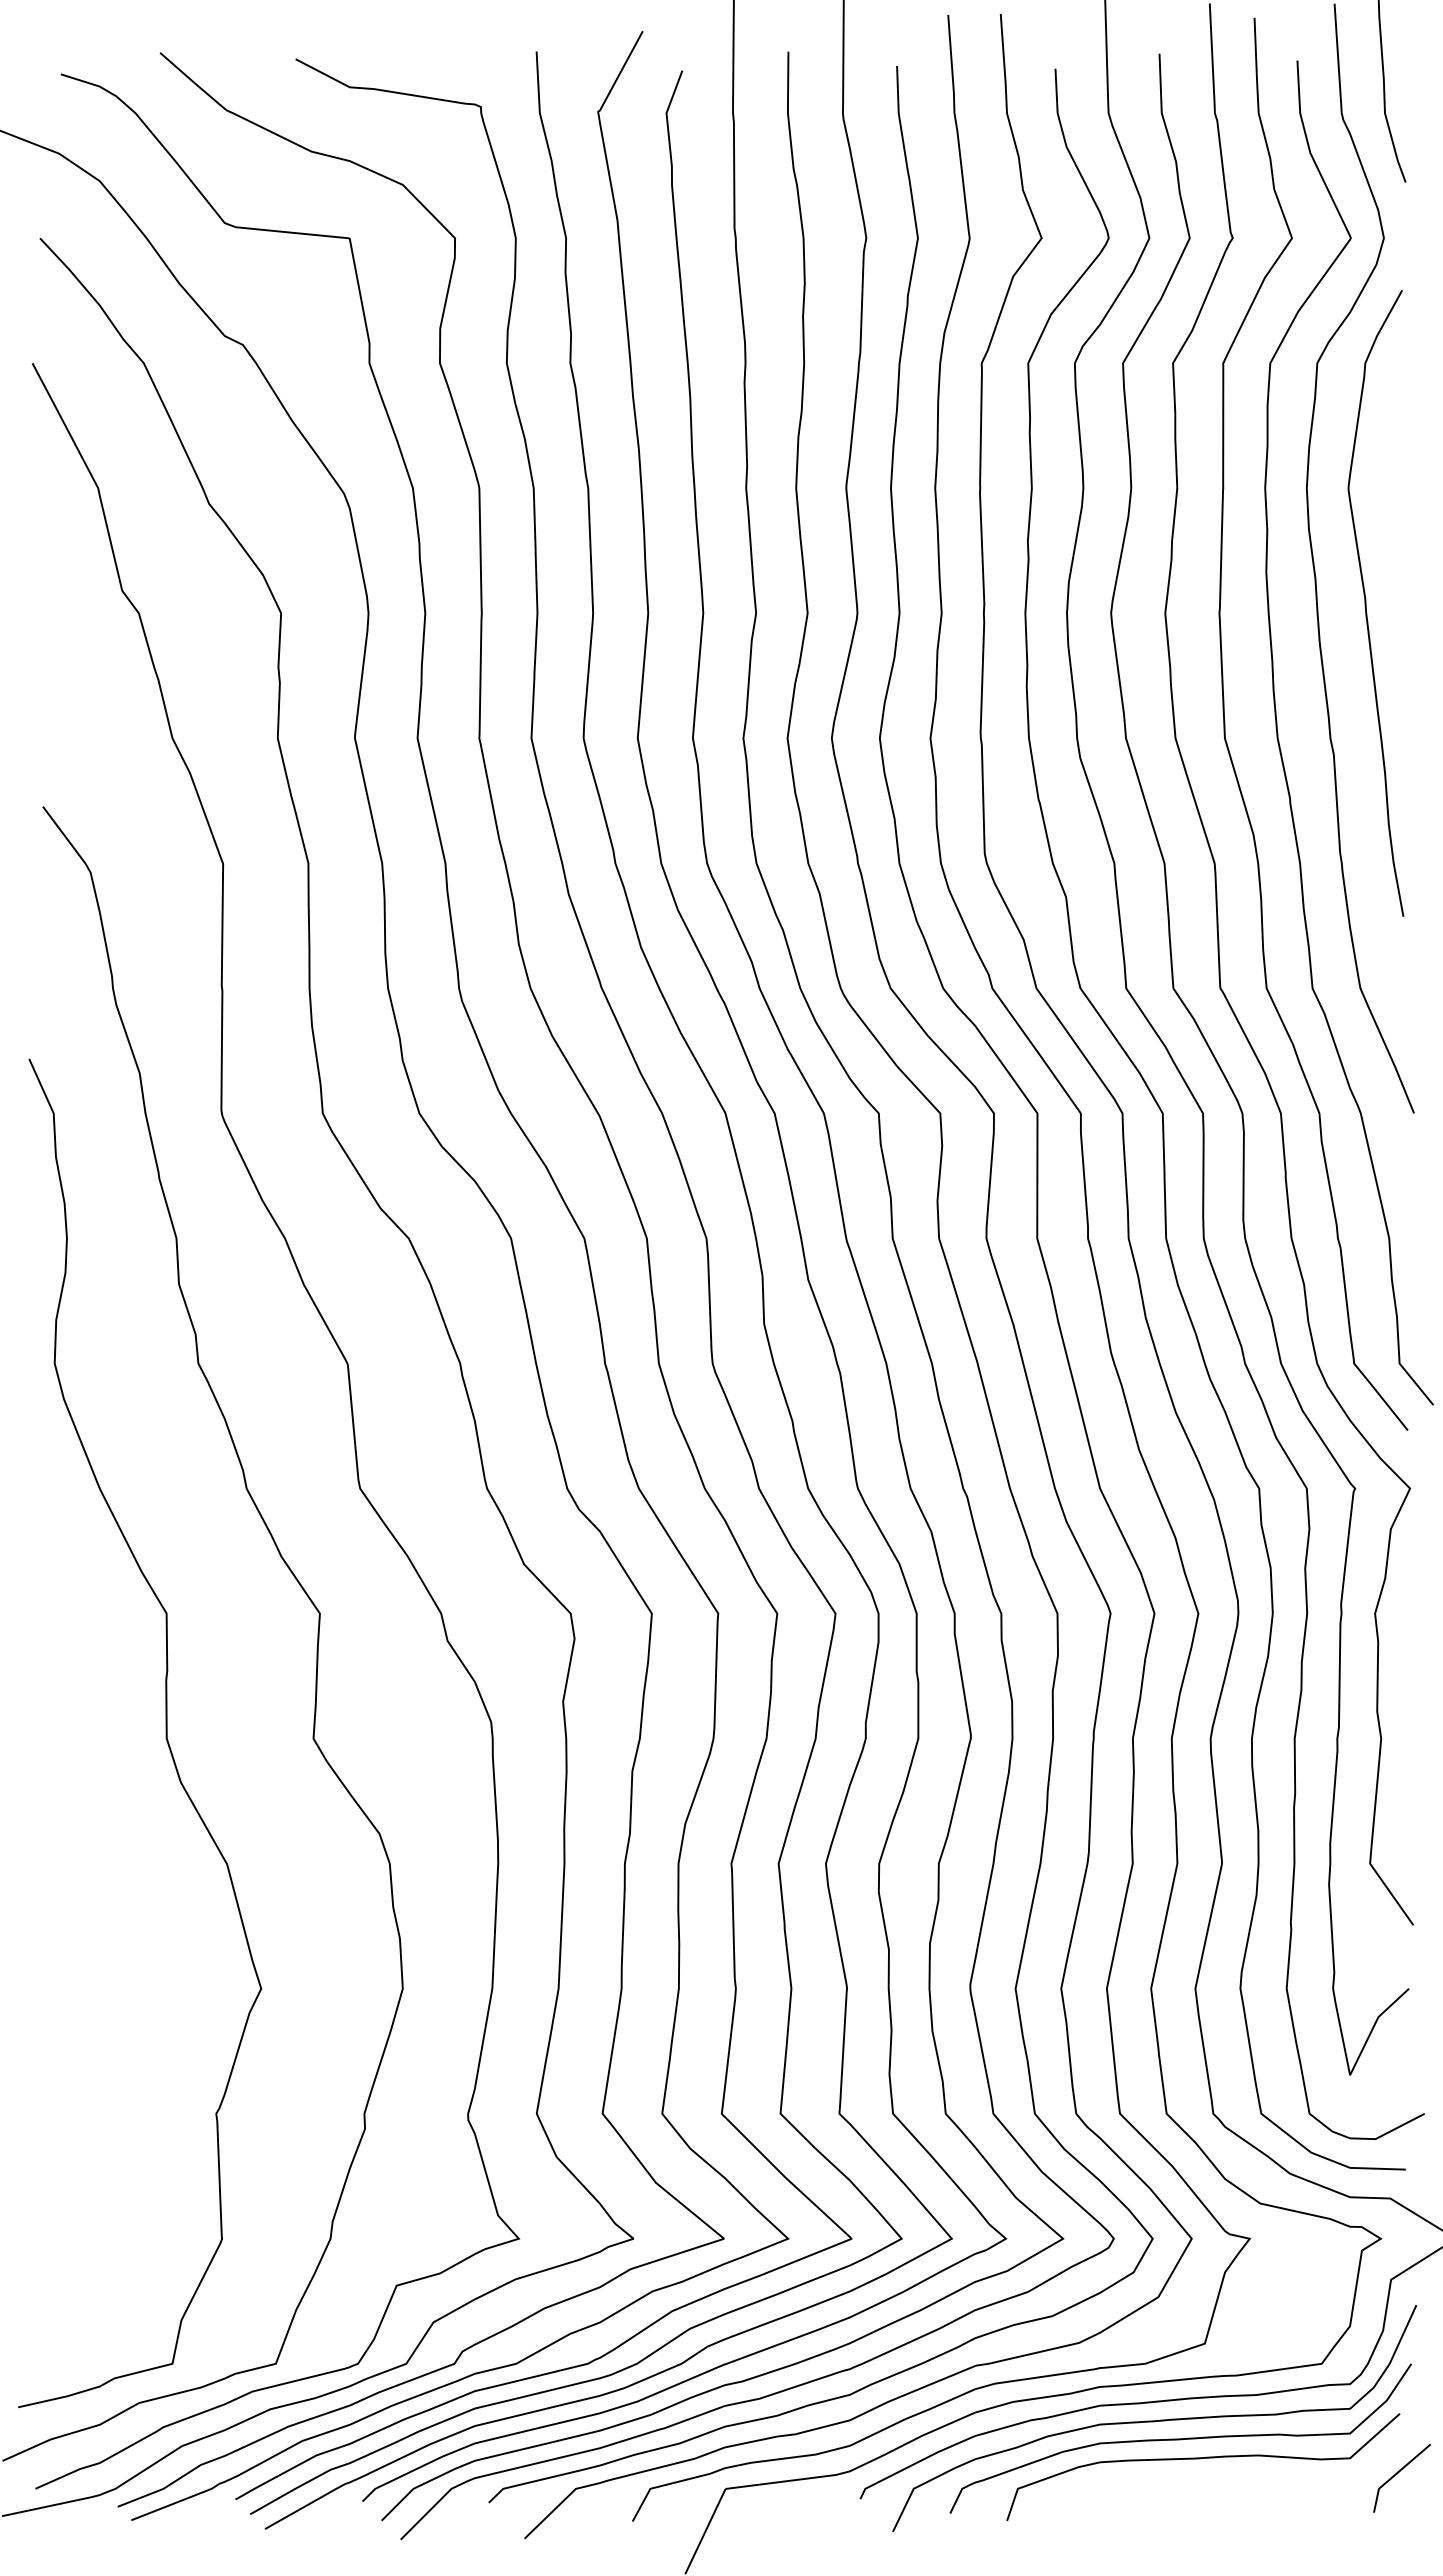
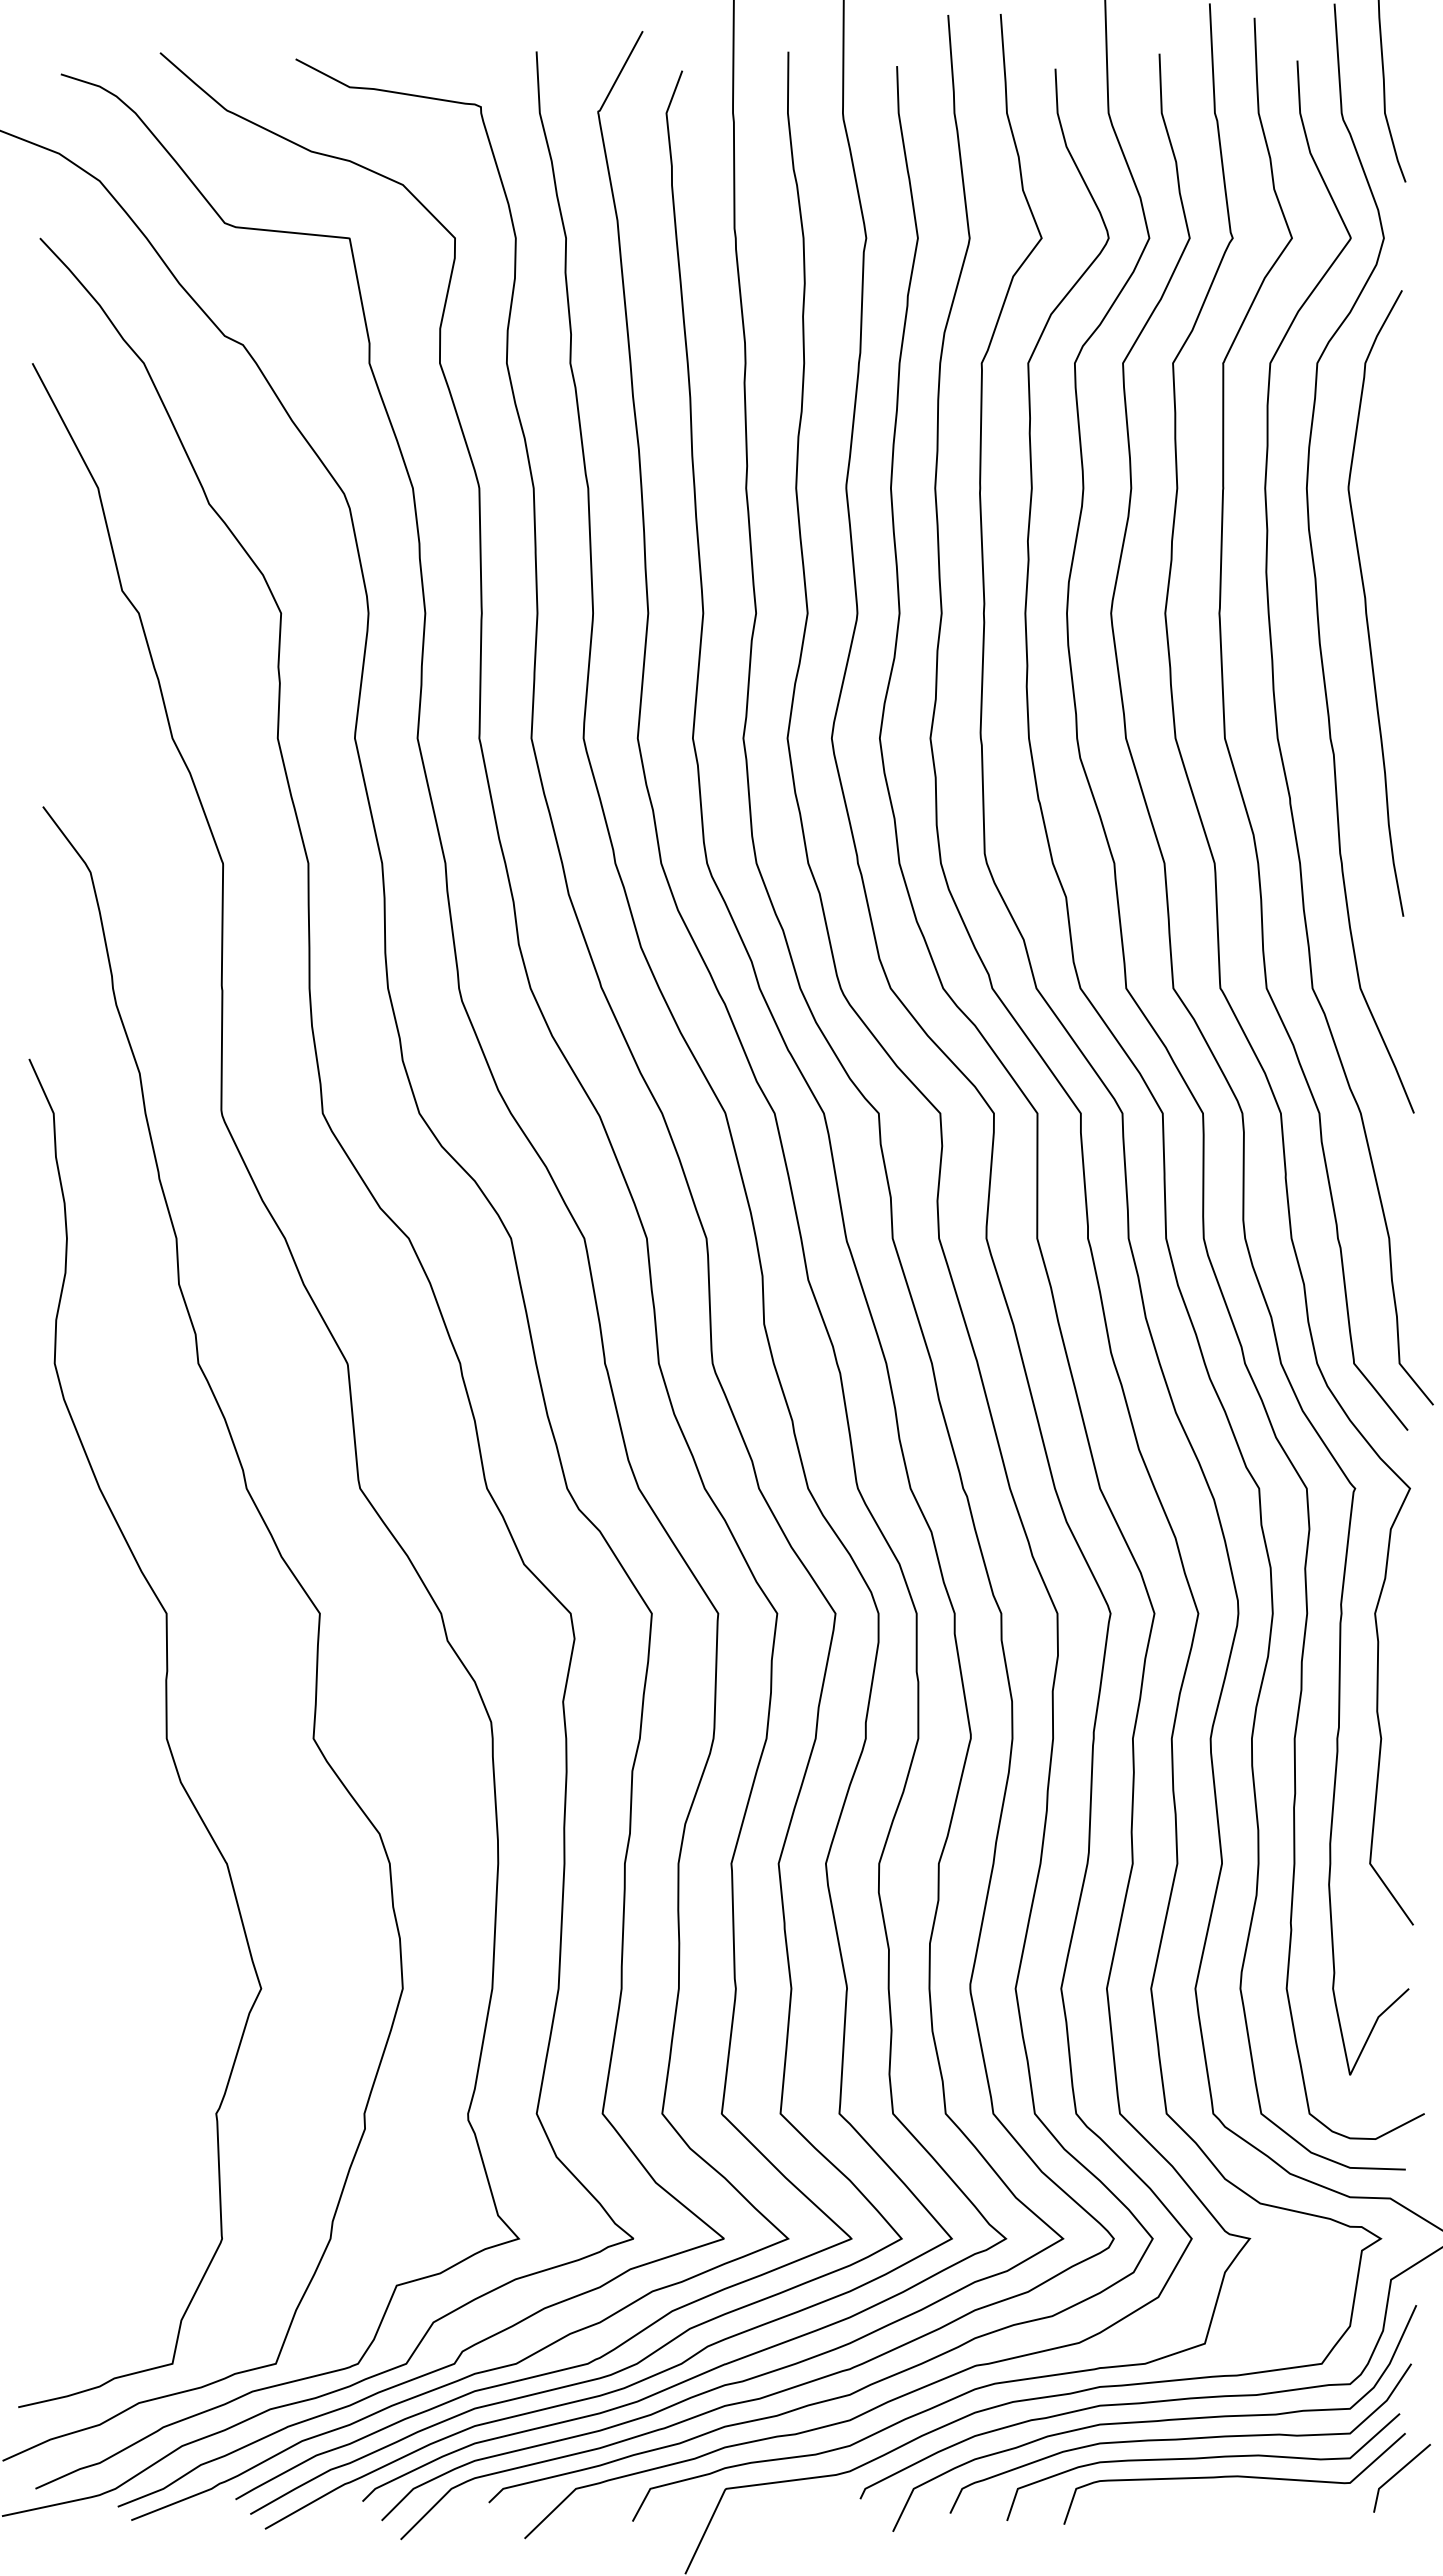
curve at (1234, 2477): none -> present
